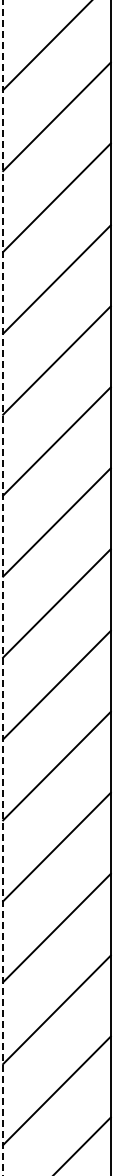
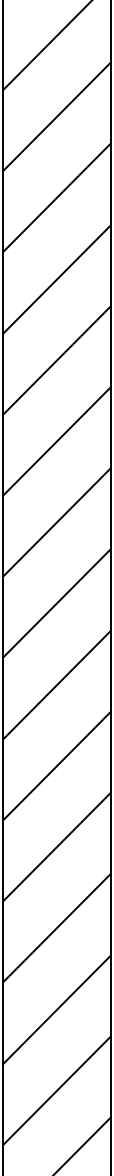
line at (3, 588): dashed -> solid
